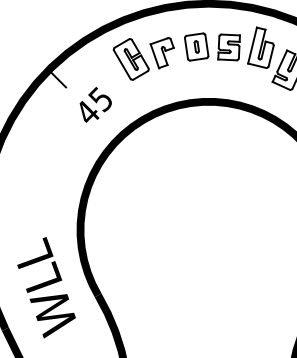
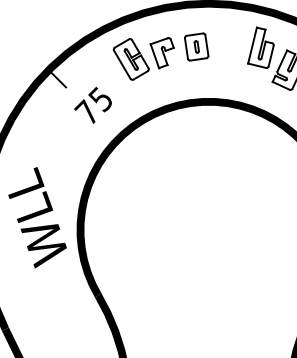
part at (228, 47): present -> none
text at (86, 111): 45 -> 75
text at (46, 287) position: (46, 287) -> (37, 217)
